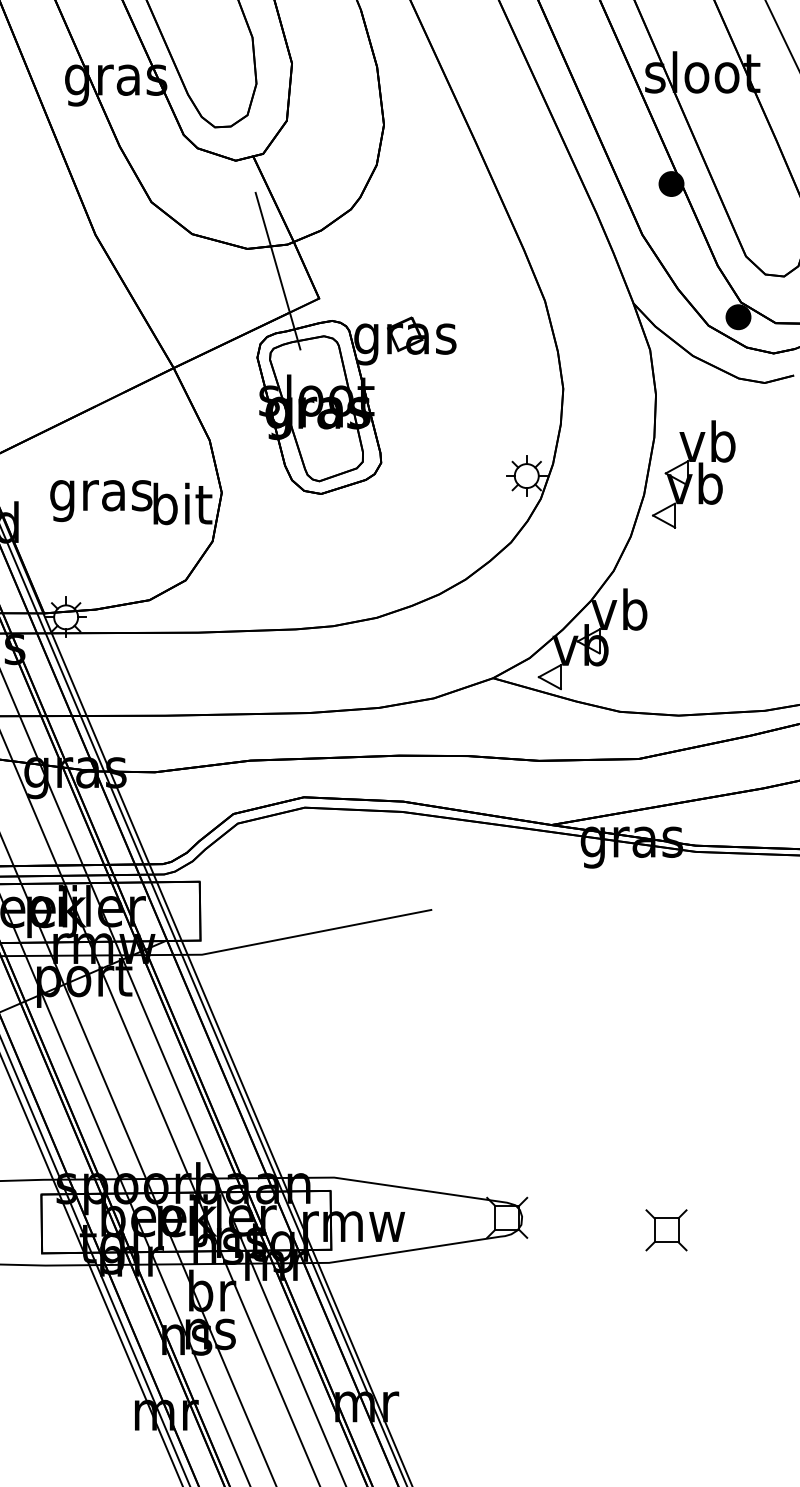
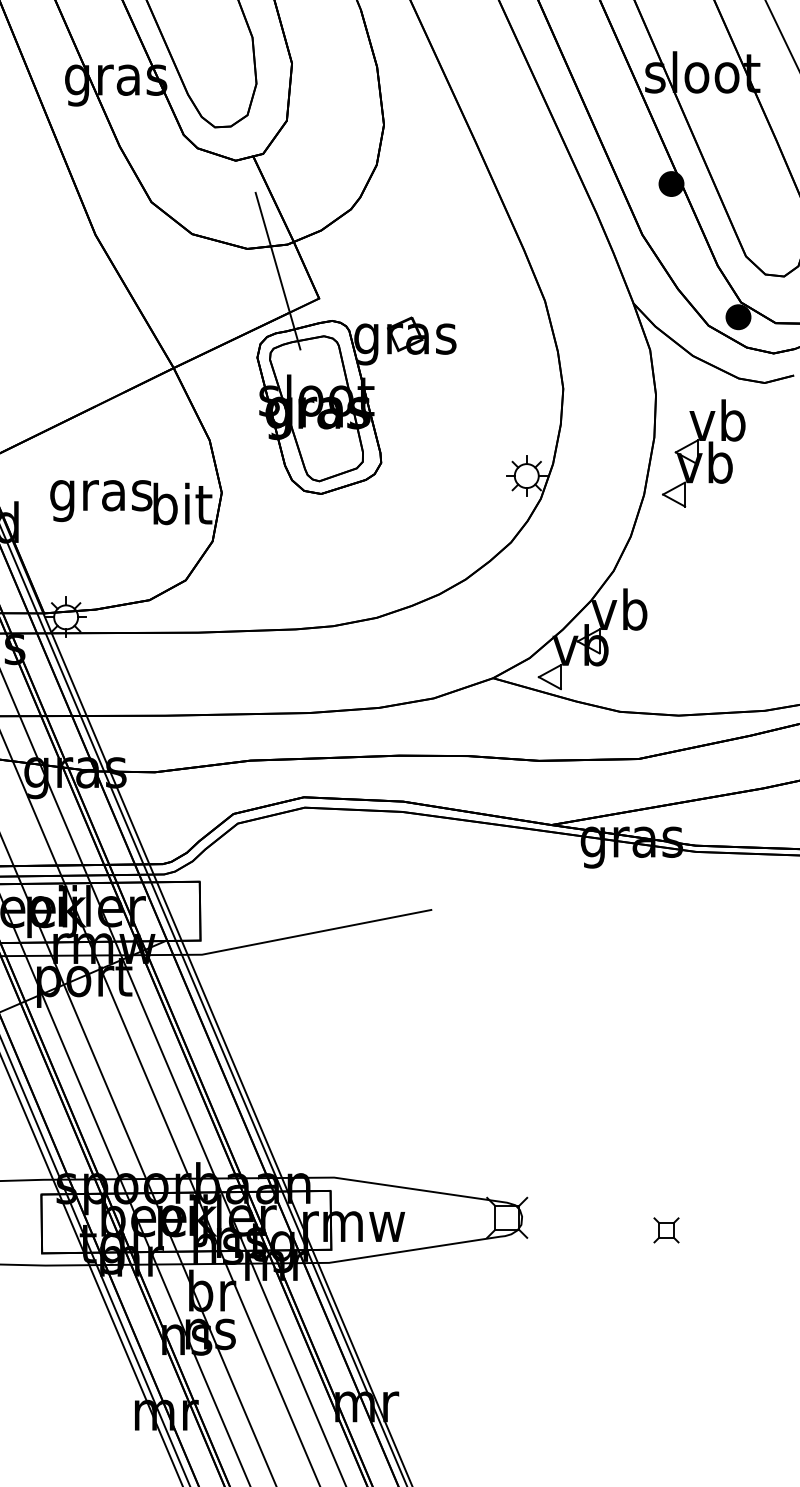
part at (693, 474) position: (693, 474) -> (703, 453)
part at (666, 1230) size: 43x43 px -> 27x27 px
